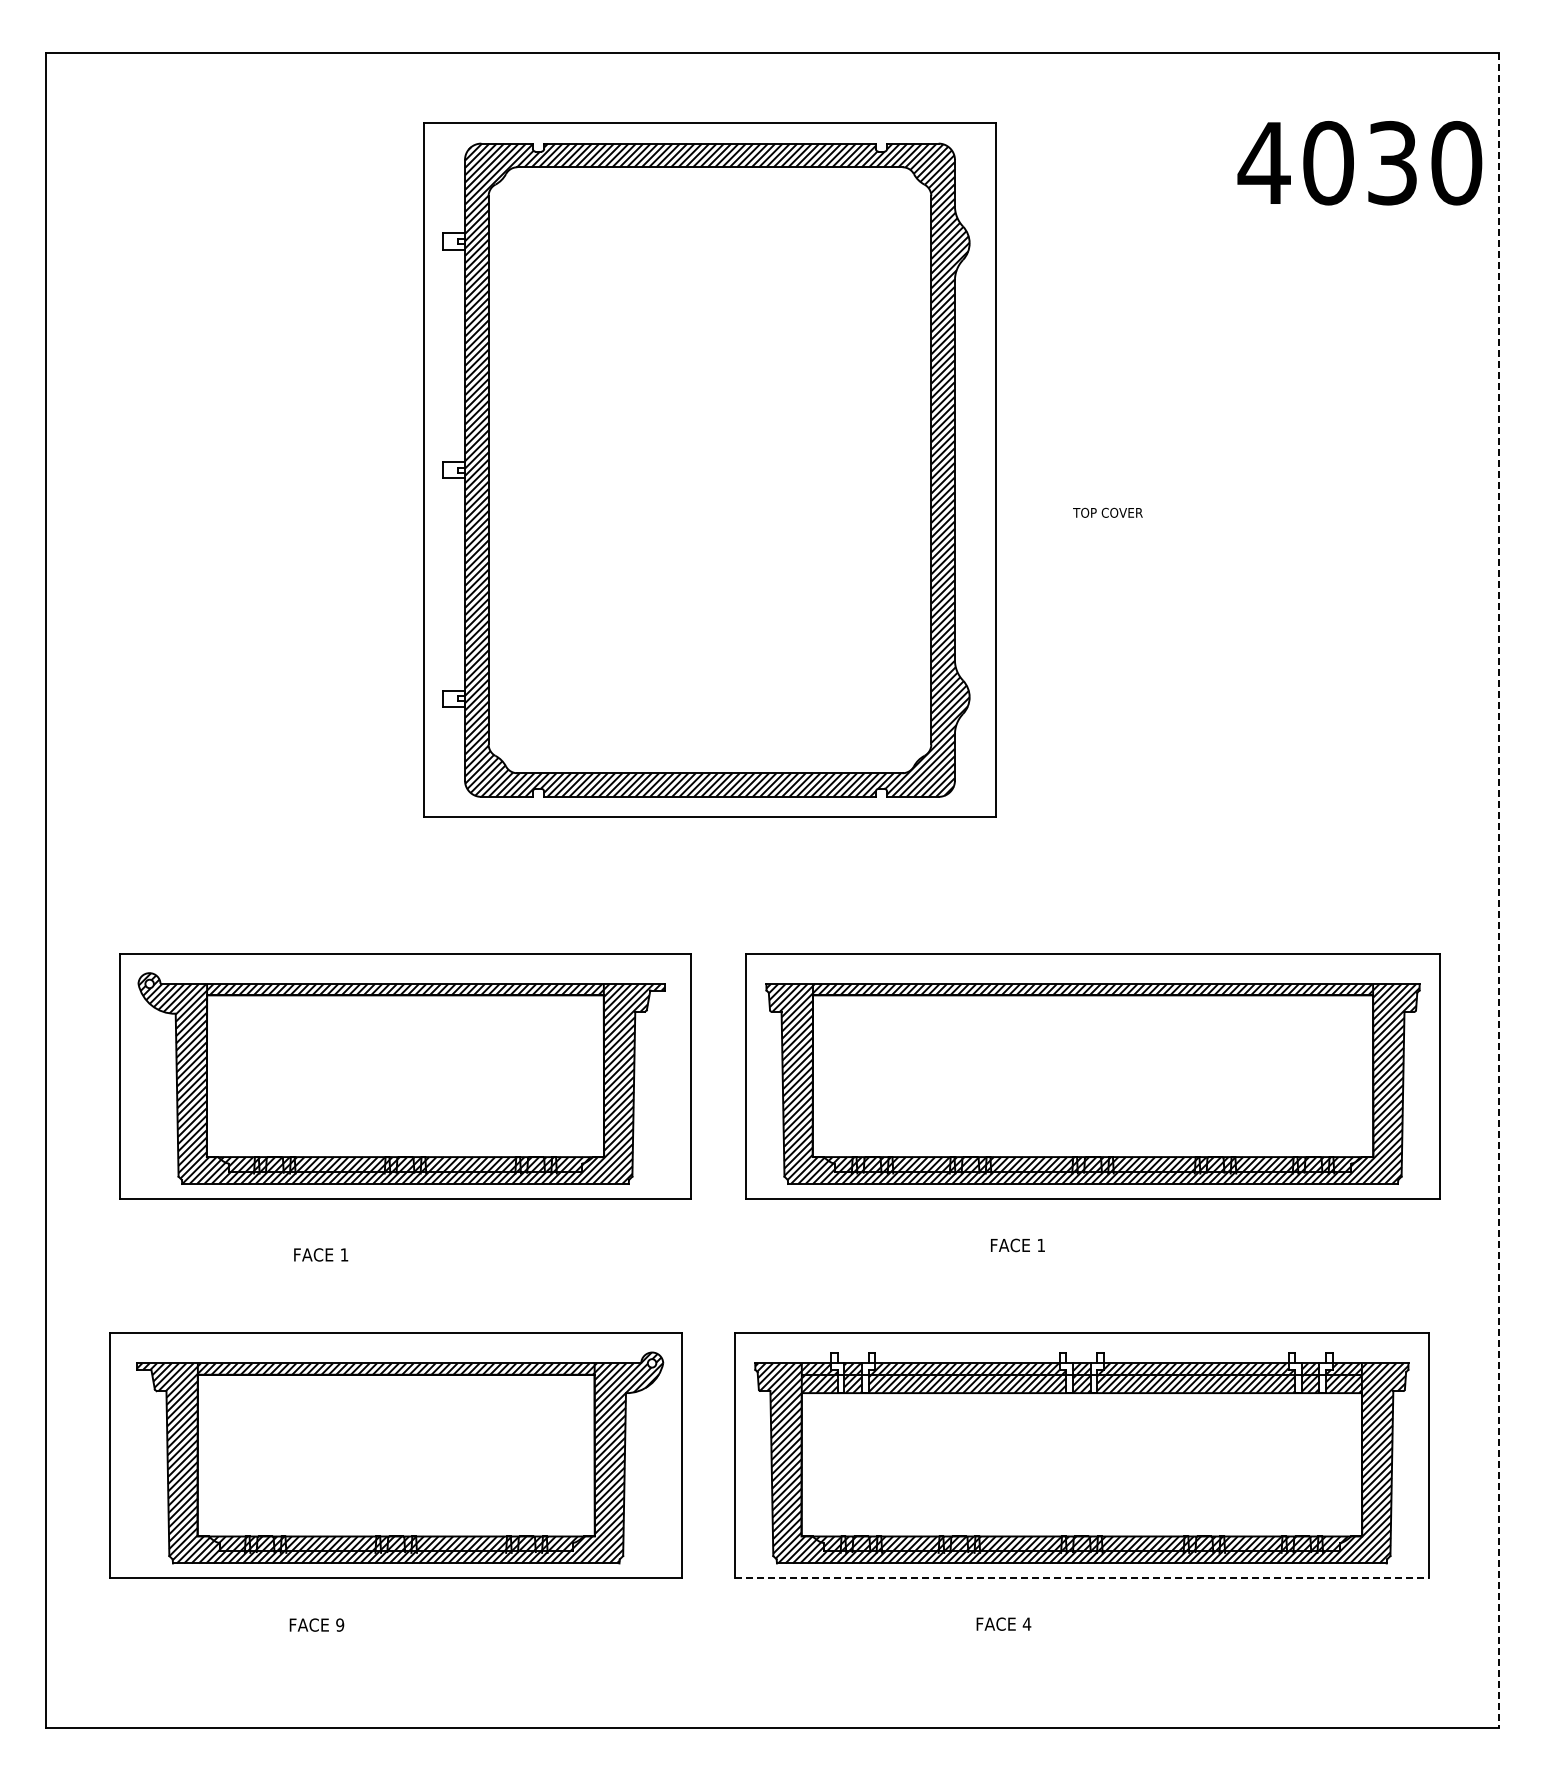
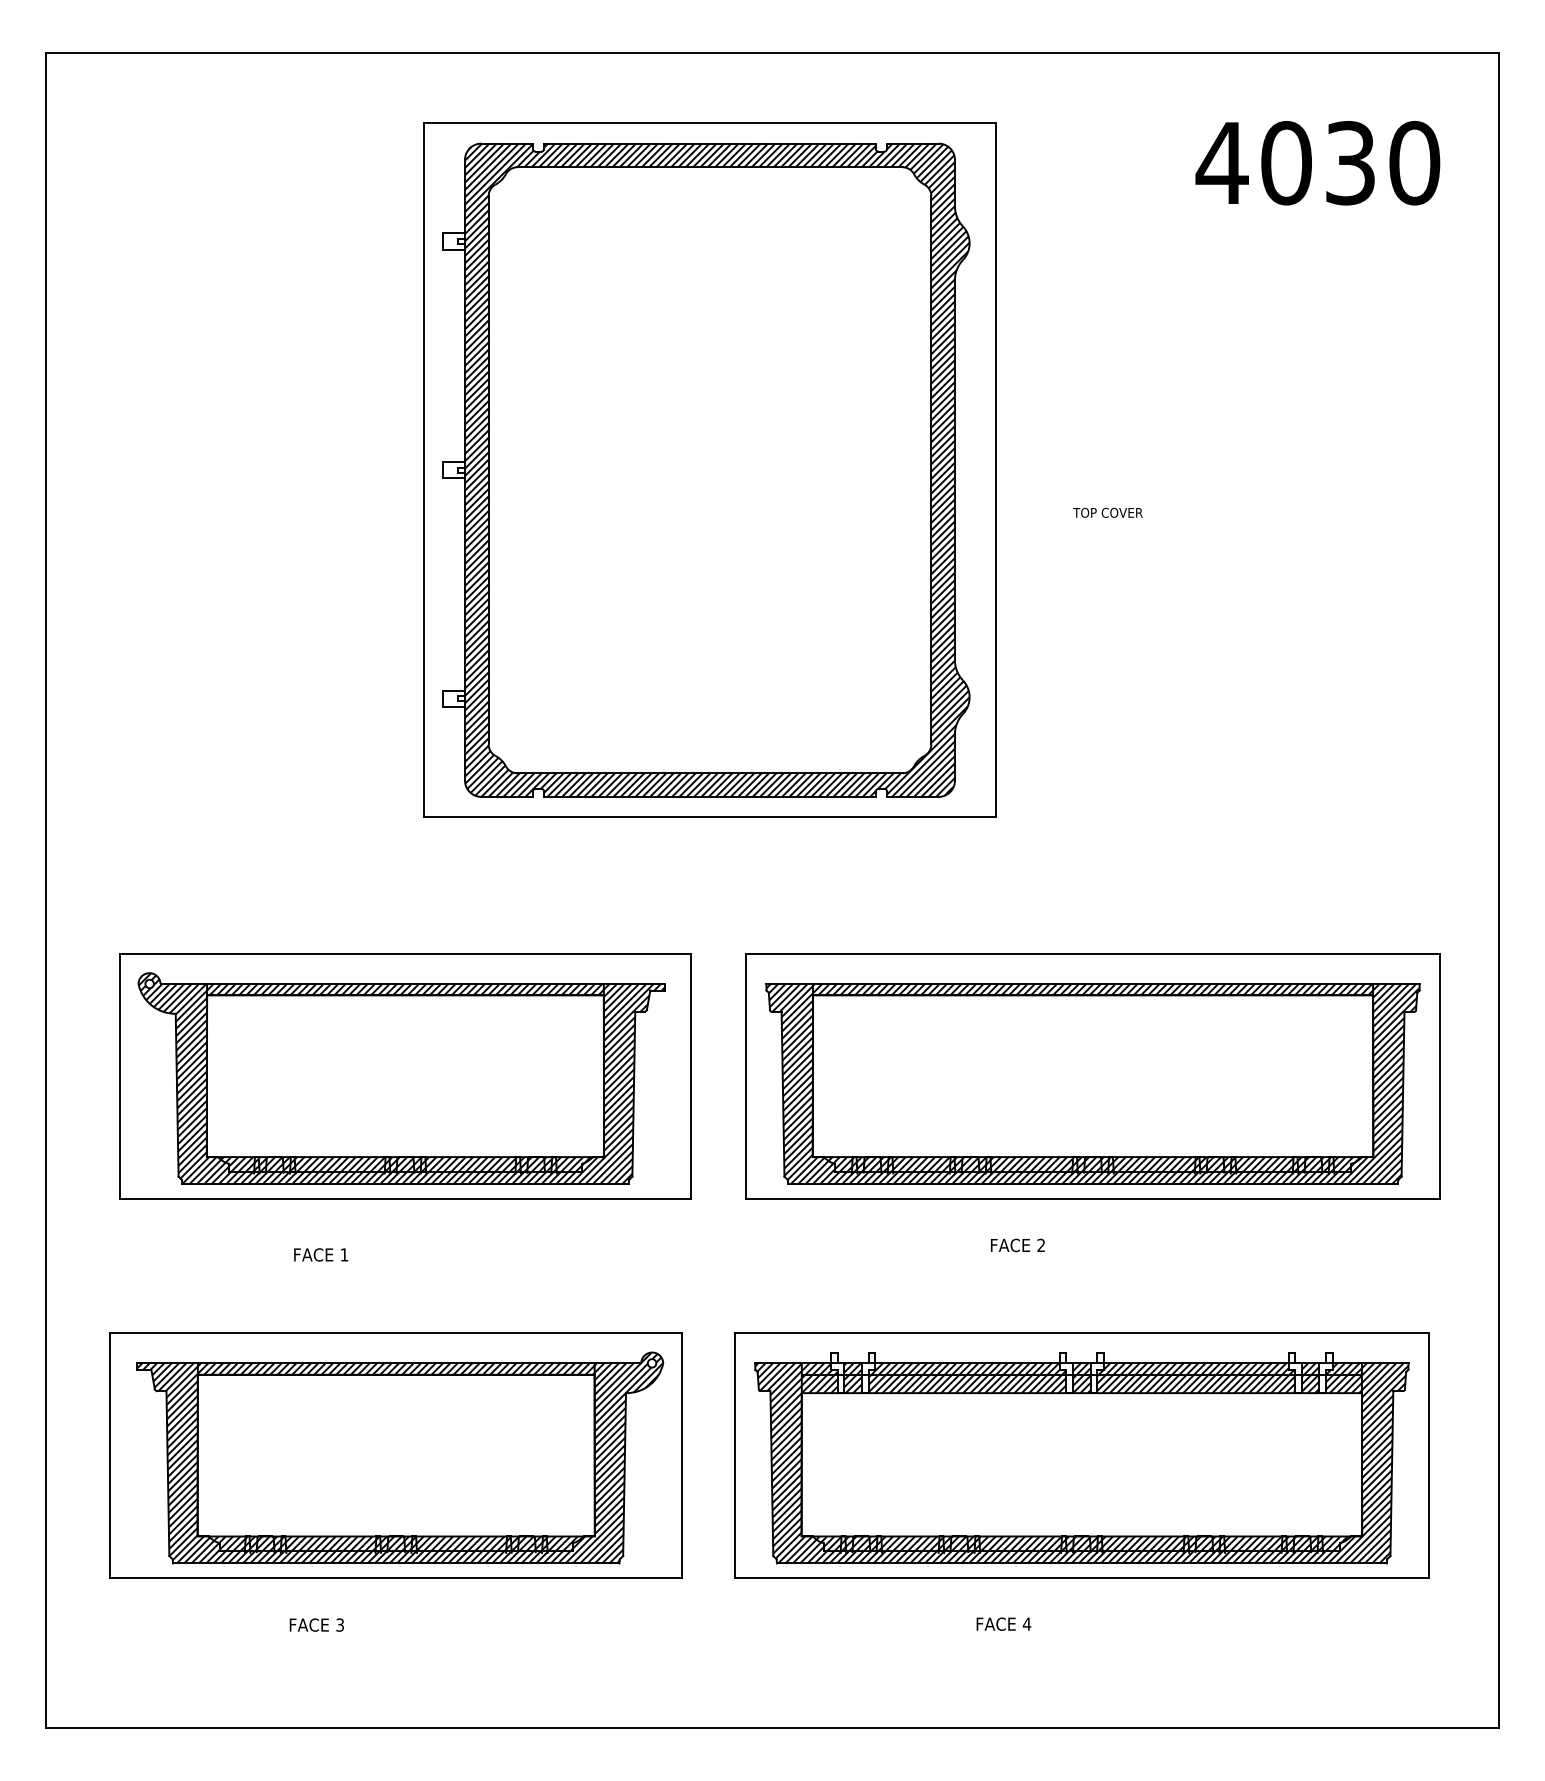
text at (1359, 163) position: (1359, 163) -> (1317, 163)
line at (1498, 890): dashed -> solid
text at (1040, 1244): 1 -> 2
line at (1082, 1578): dashed -> solid
text at (340, 1624): 9 -> 3
